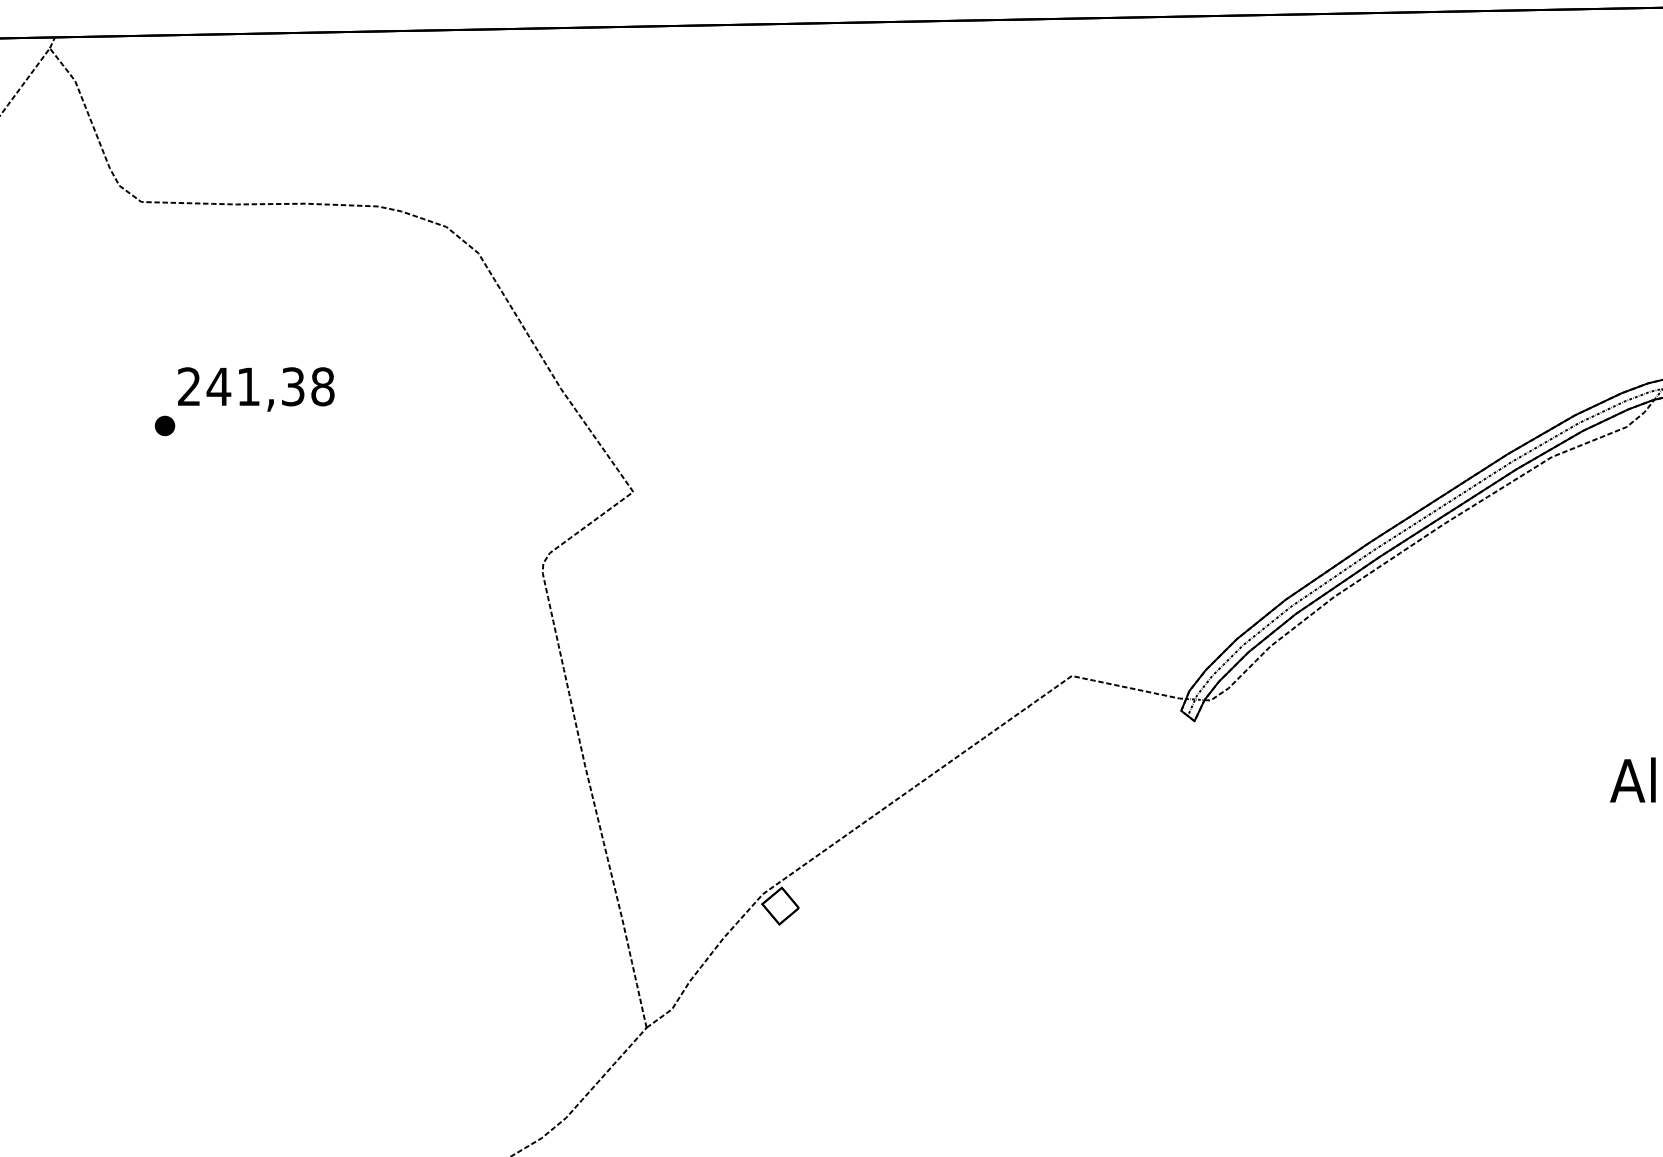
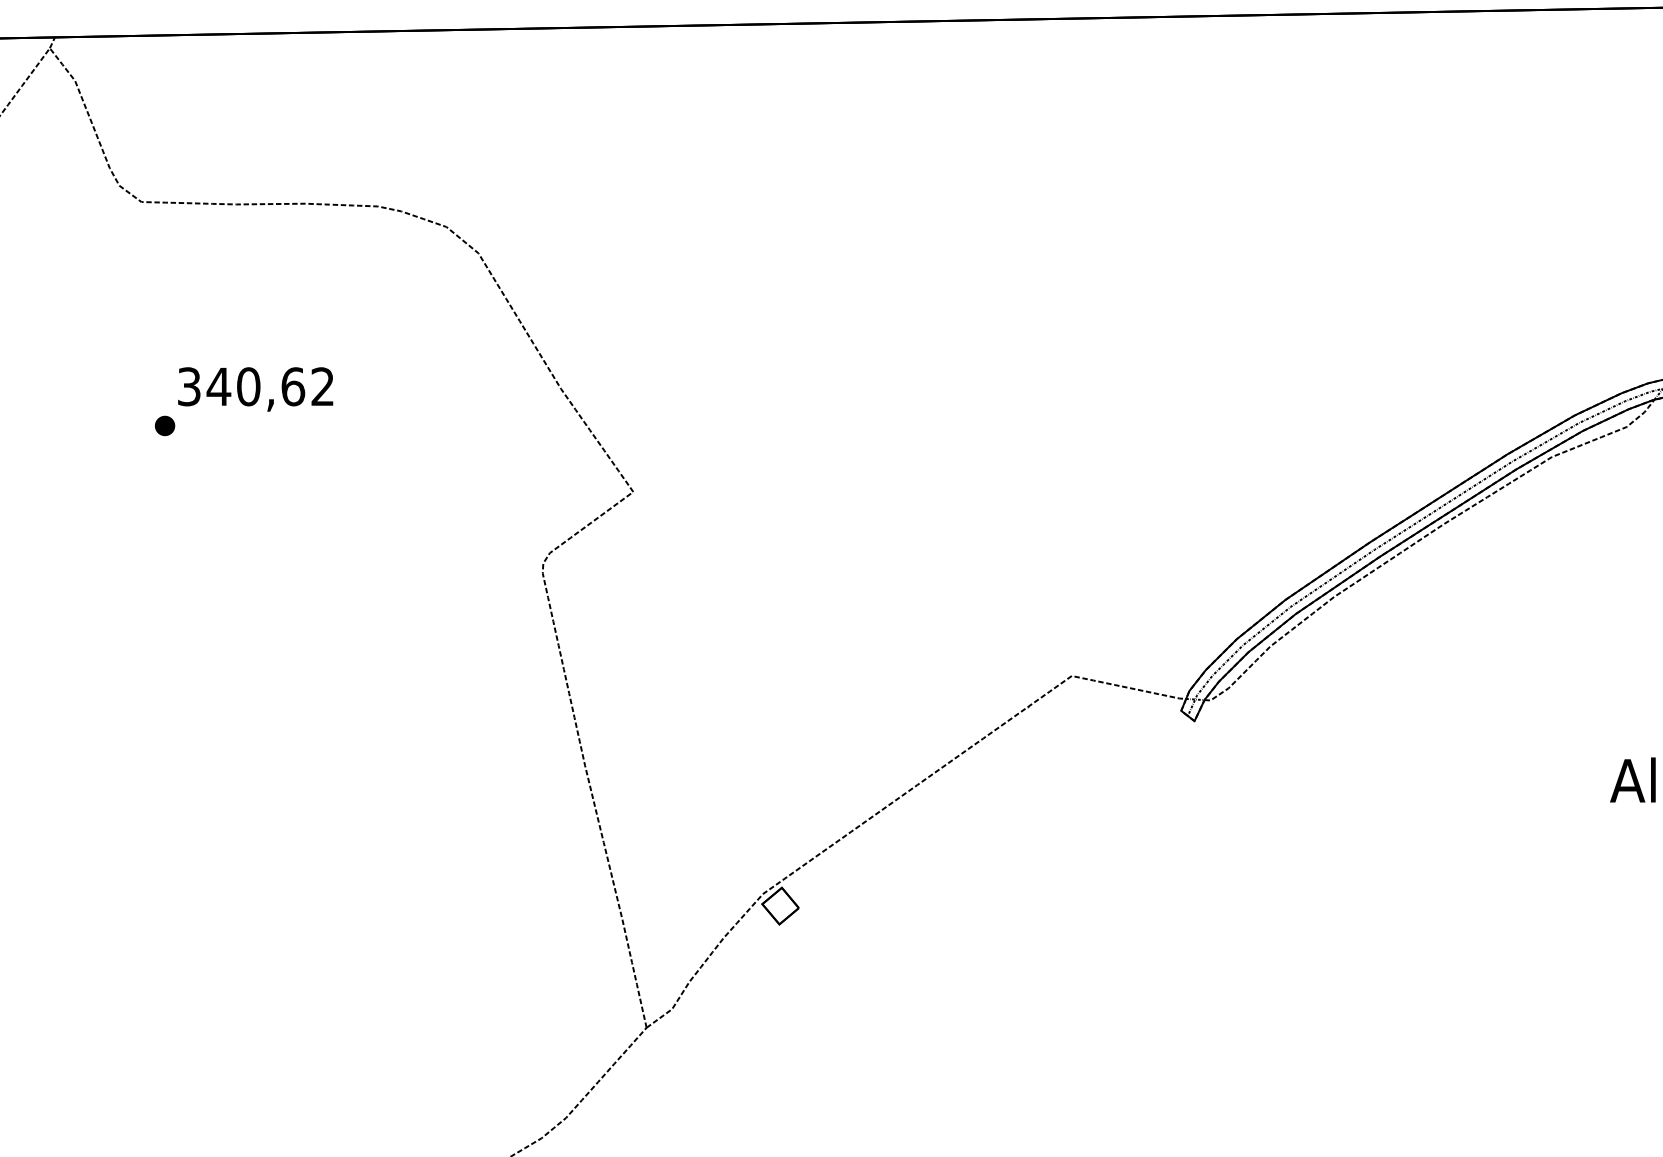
text at (256, 386): 241,38 -> 340,62
